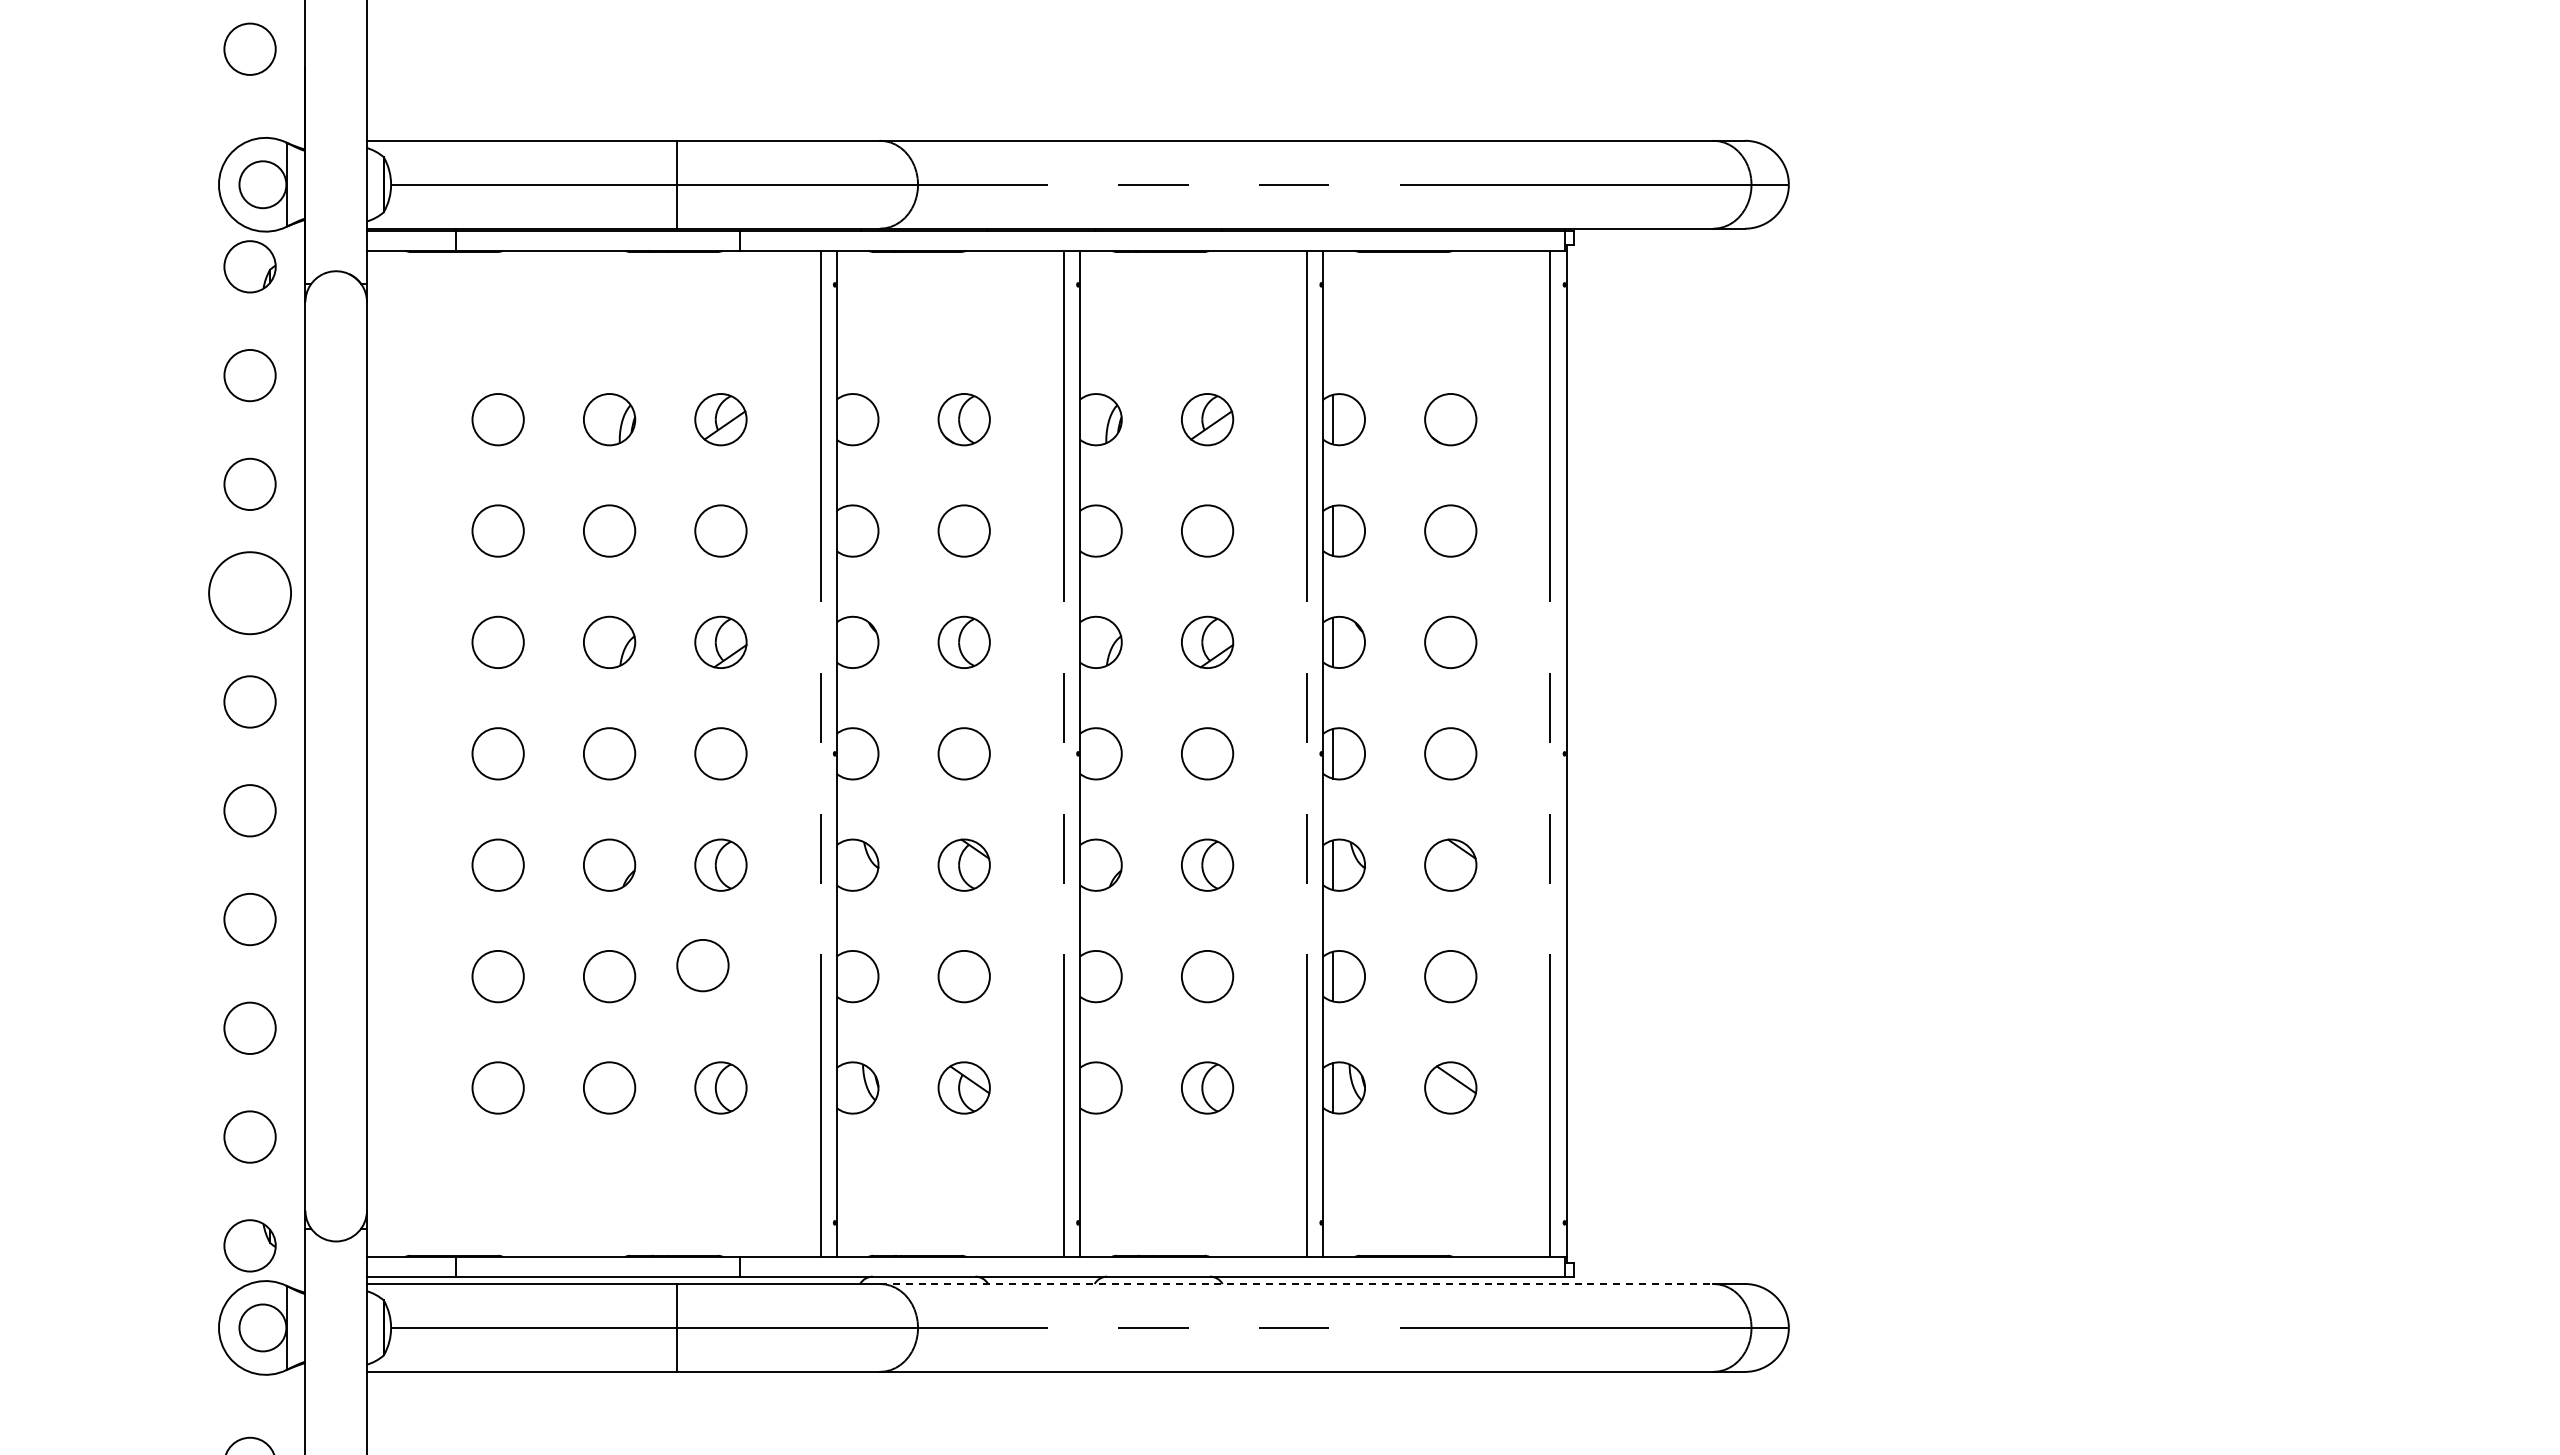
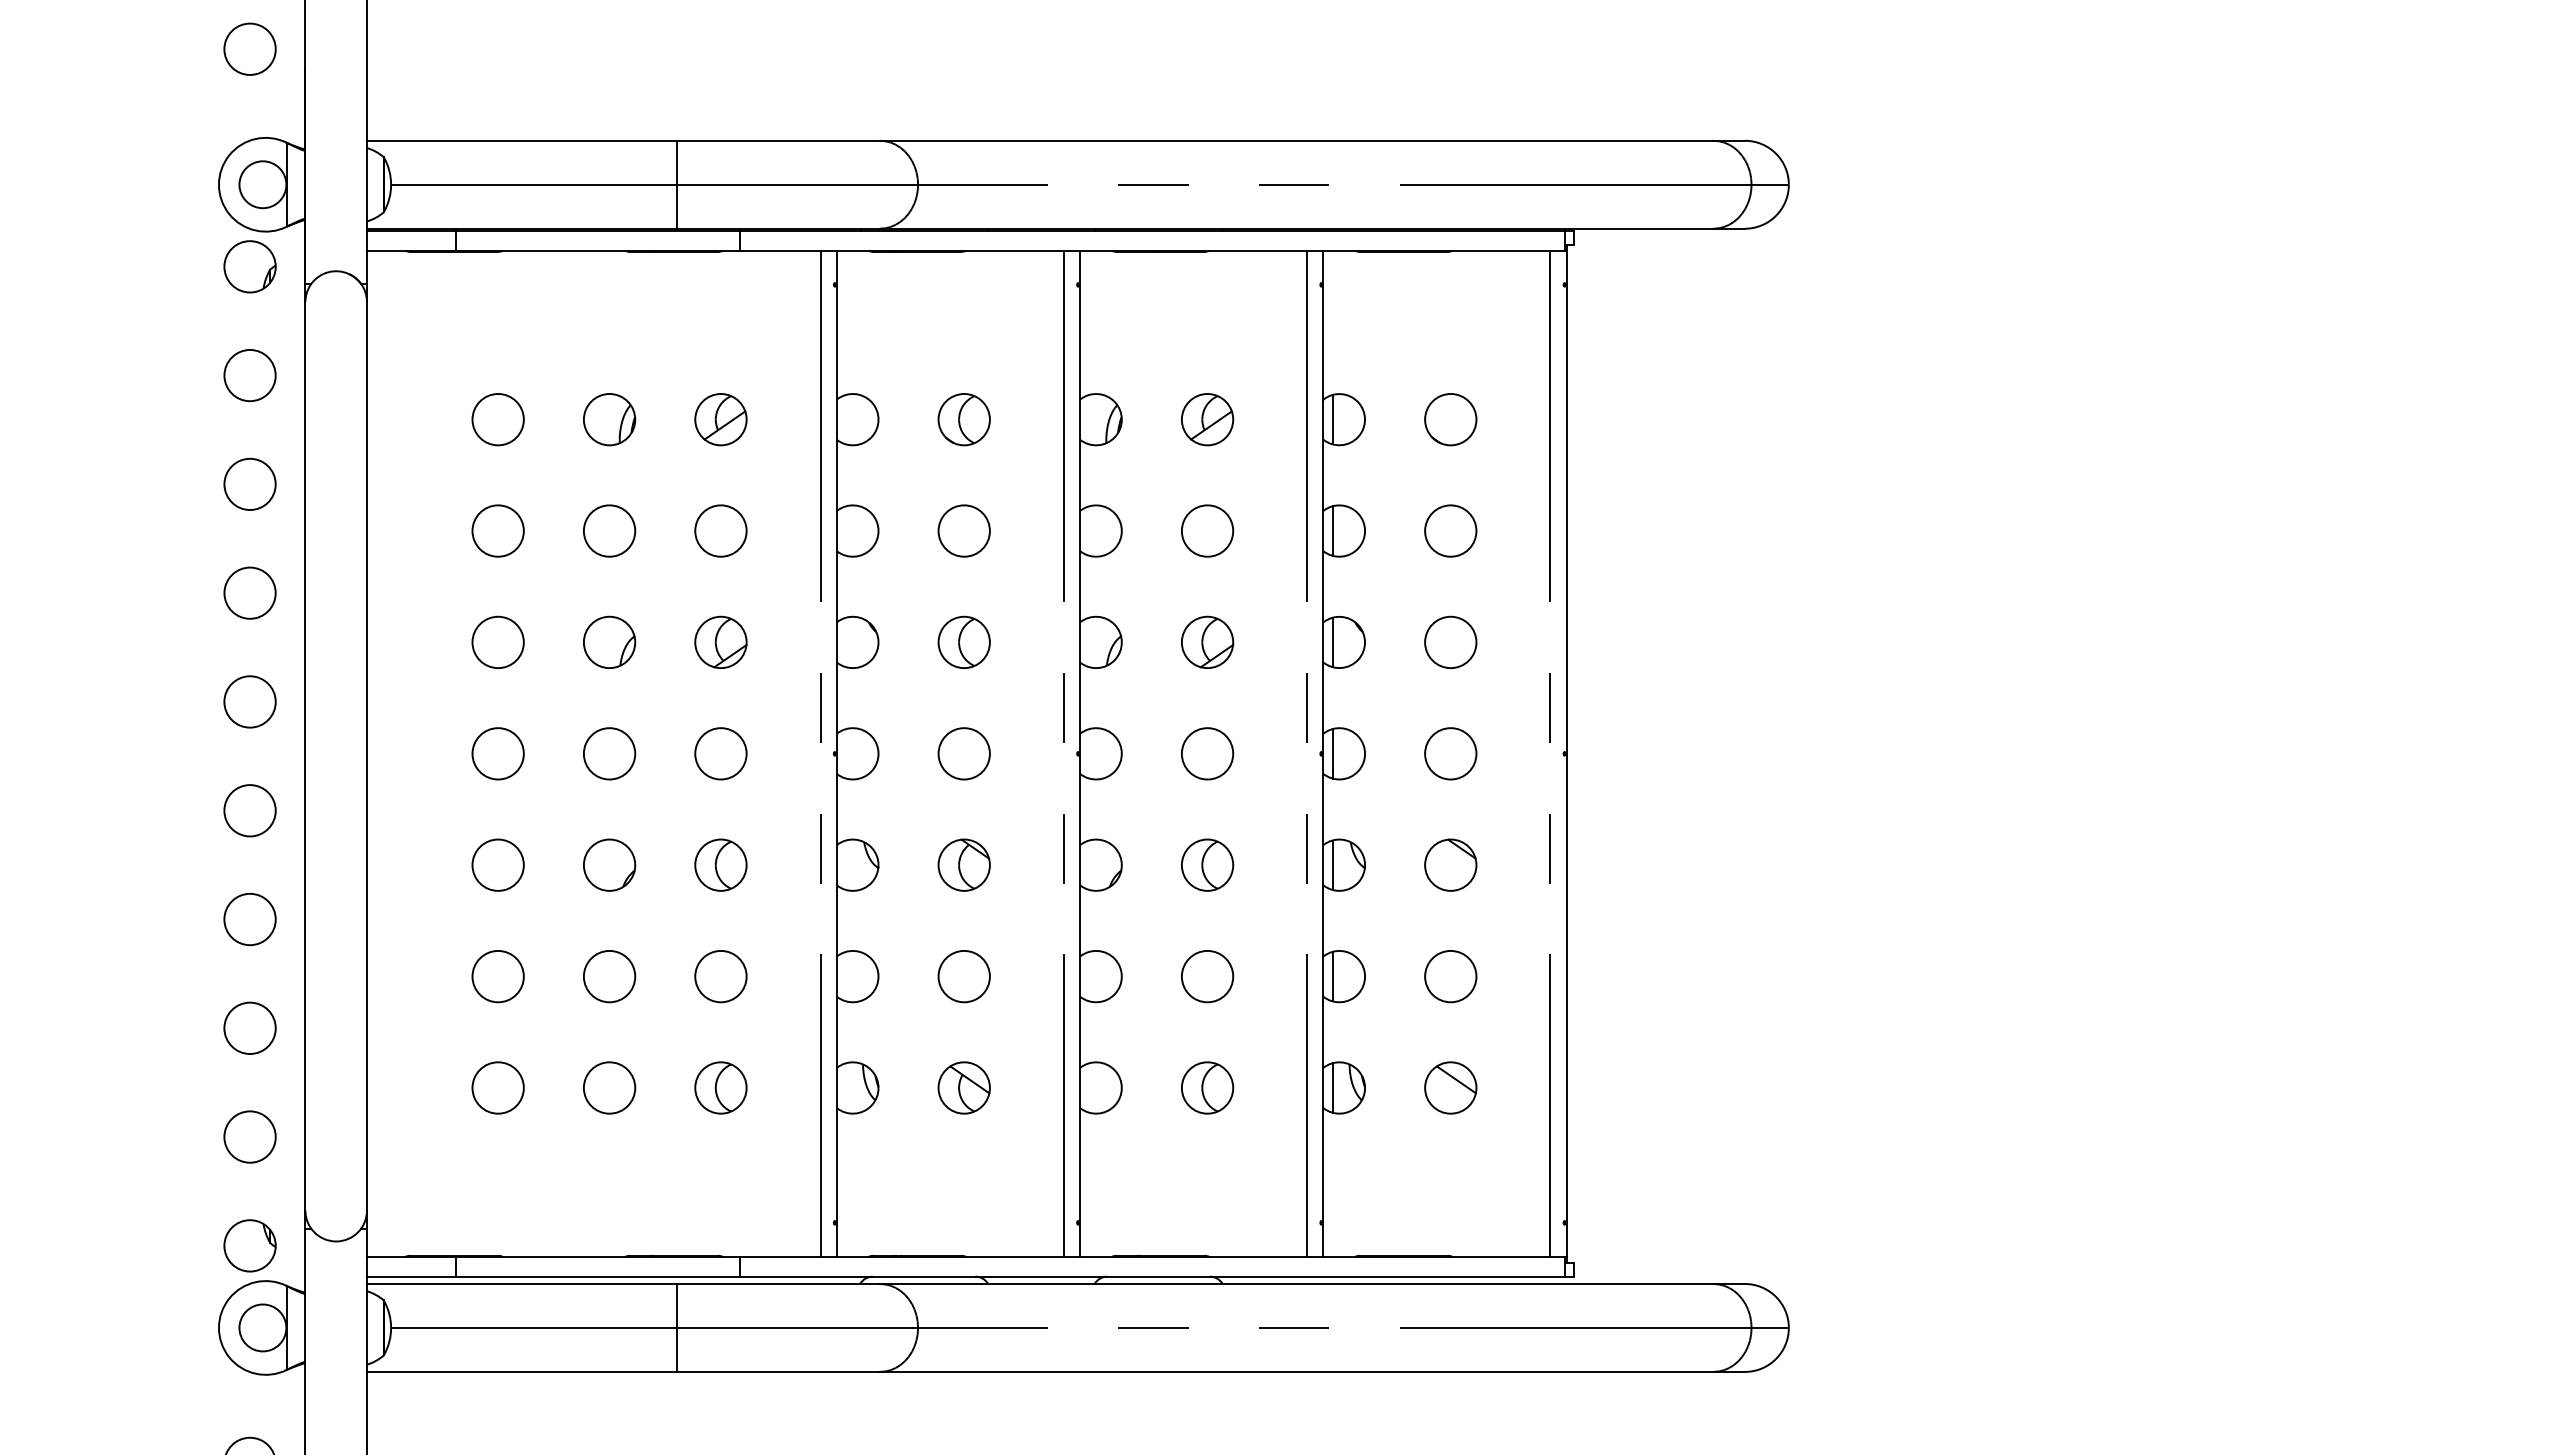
circle at (250, 593) diameter: 82 px -> 51 px
circle at (702, 965) position: (702, 965) -> (720, 976)
line at (1296, 1283): dashed -> solid
